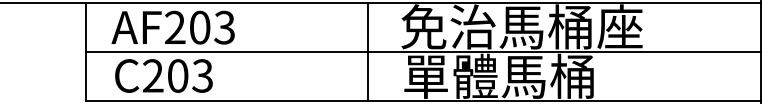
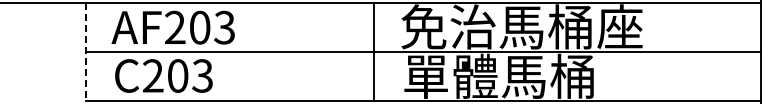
line at (367, 51) position: (367, 51) -> (373, 51)
line at (86, 52): solid -> dashed
